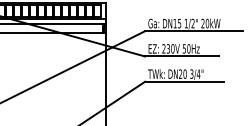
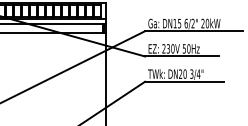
text at (185, 23): 1/2" -> 6/2"
